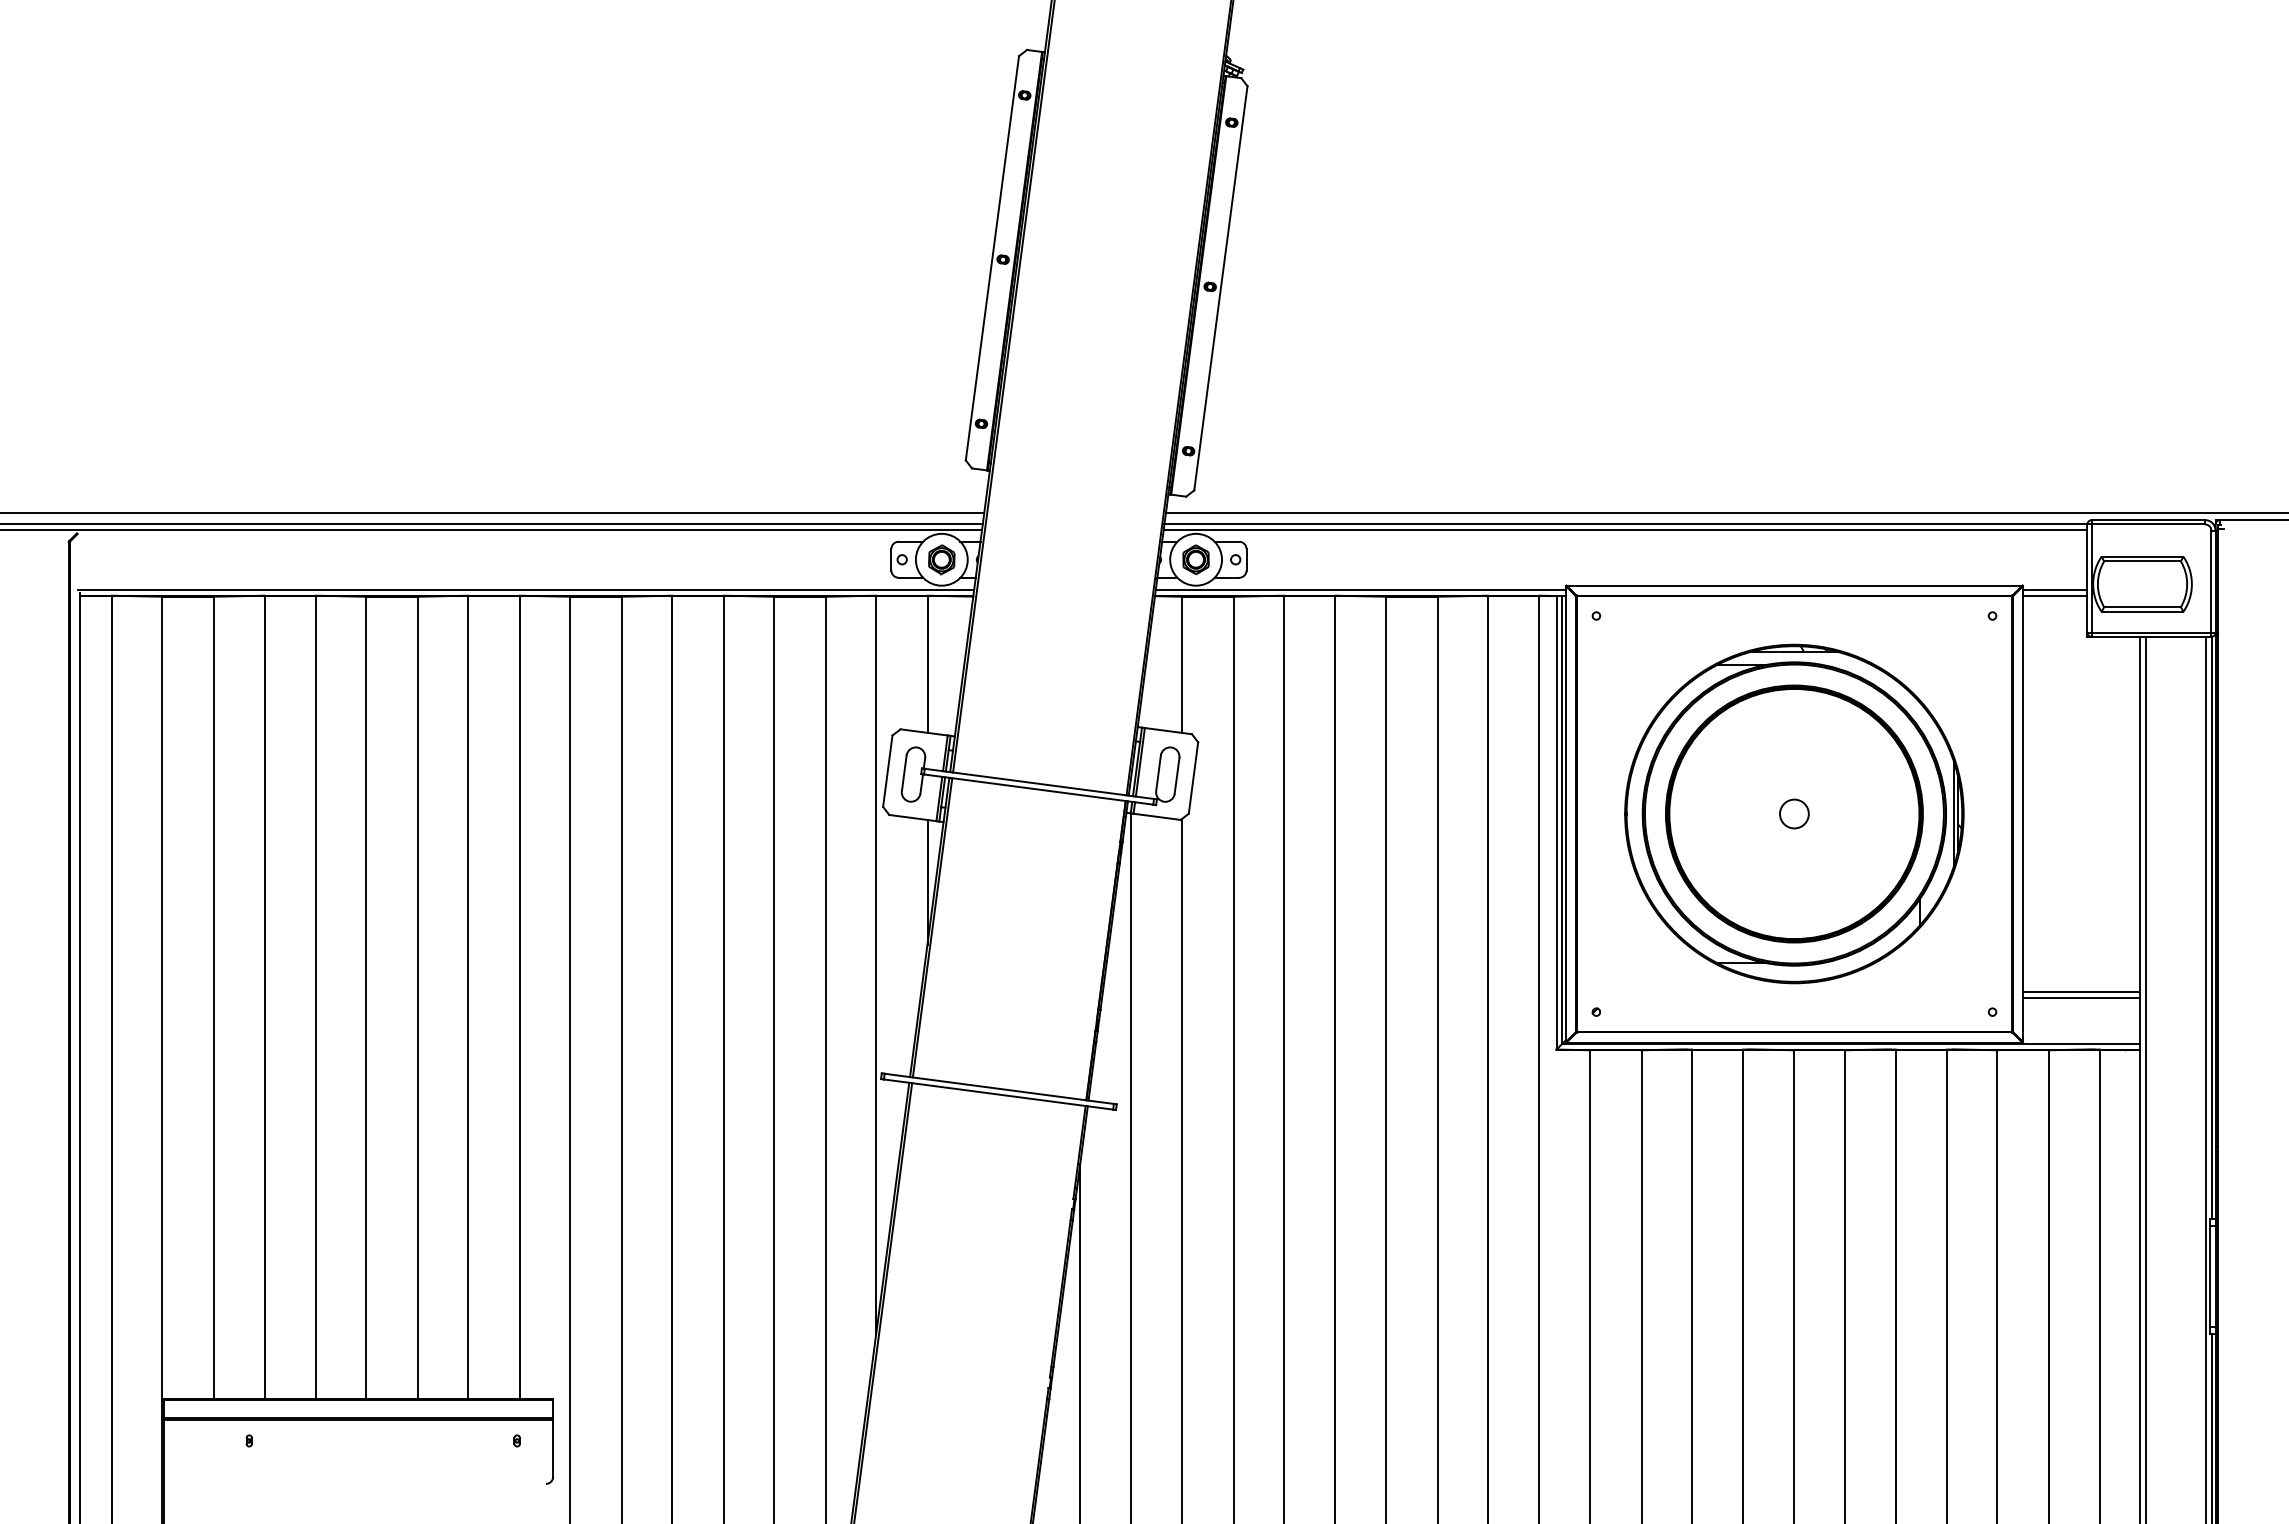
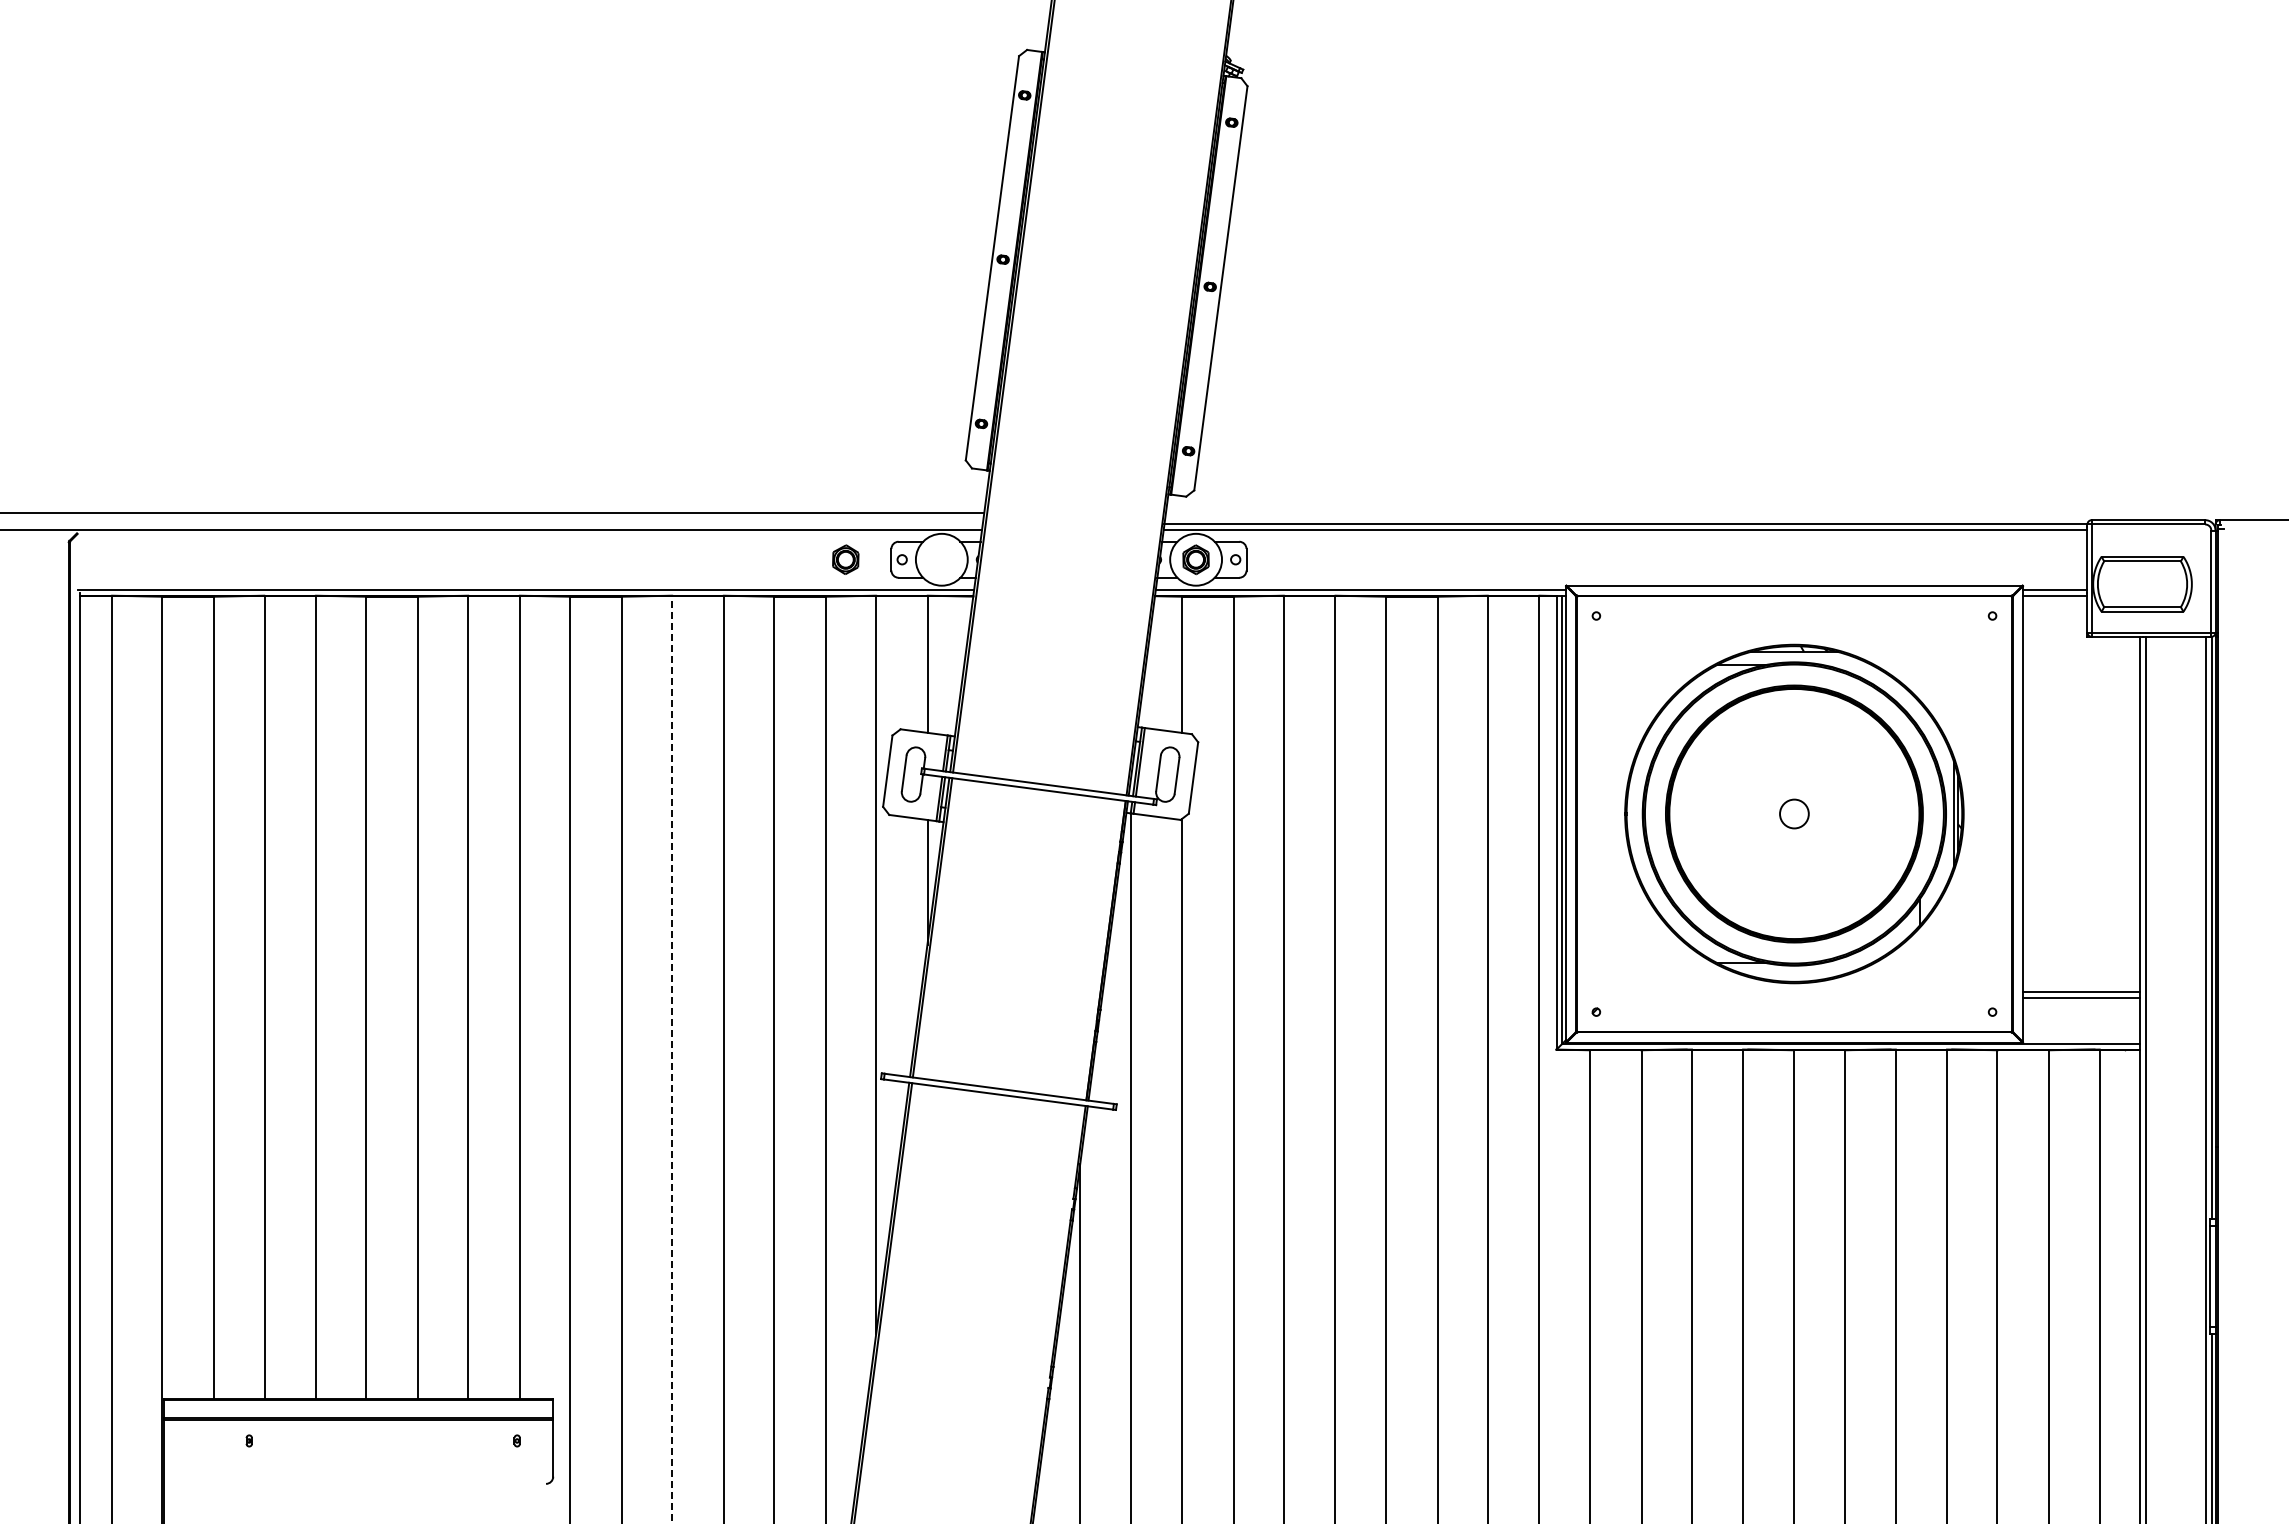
line at (1725, 512): present -> none
line at (492, 523): present -> none
part at (941, 559) position: (941, 559) -> (845, 559)
line at (672, 1059): solid -> dashed
